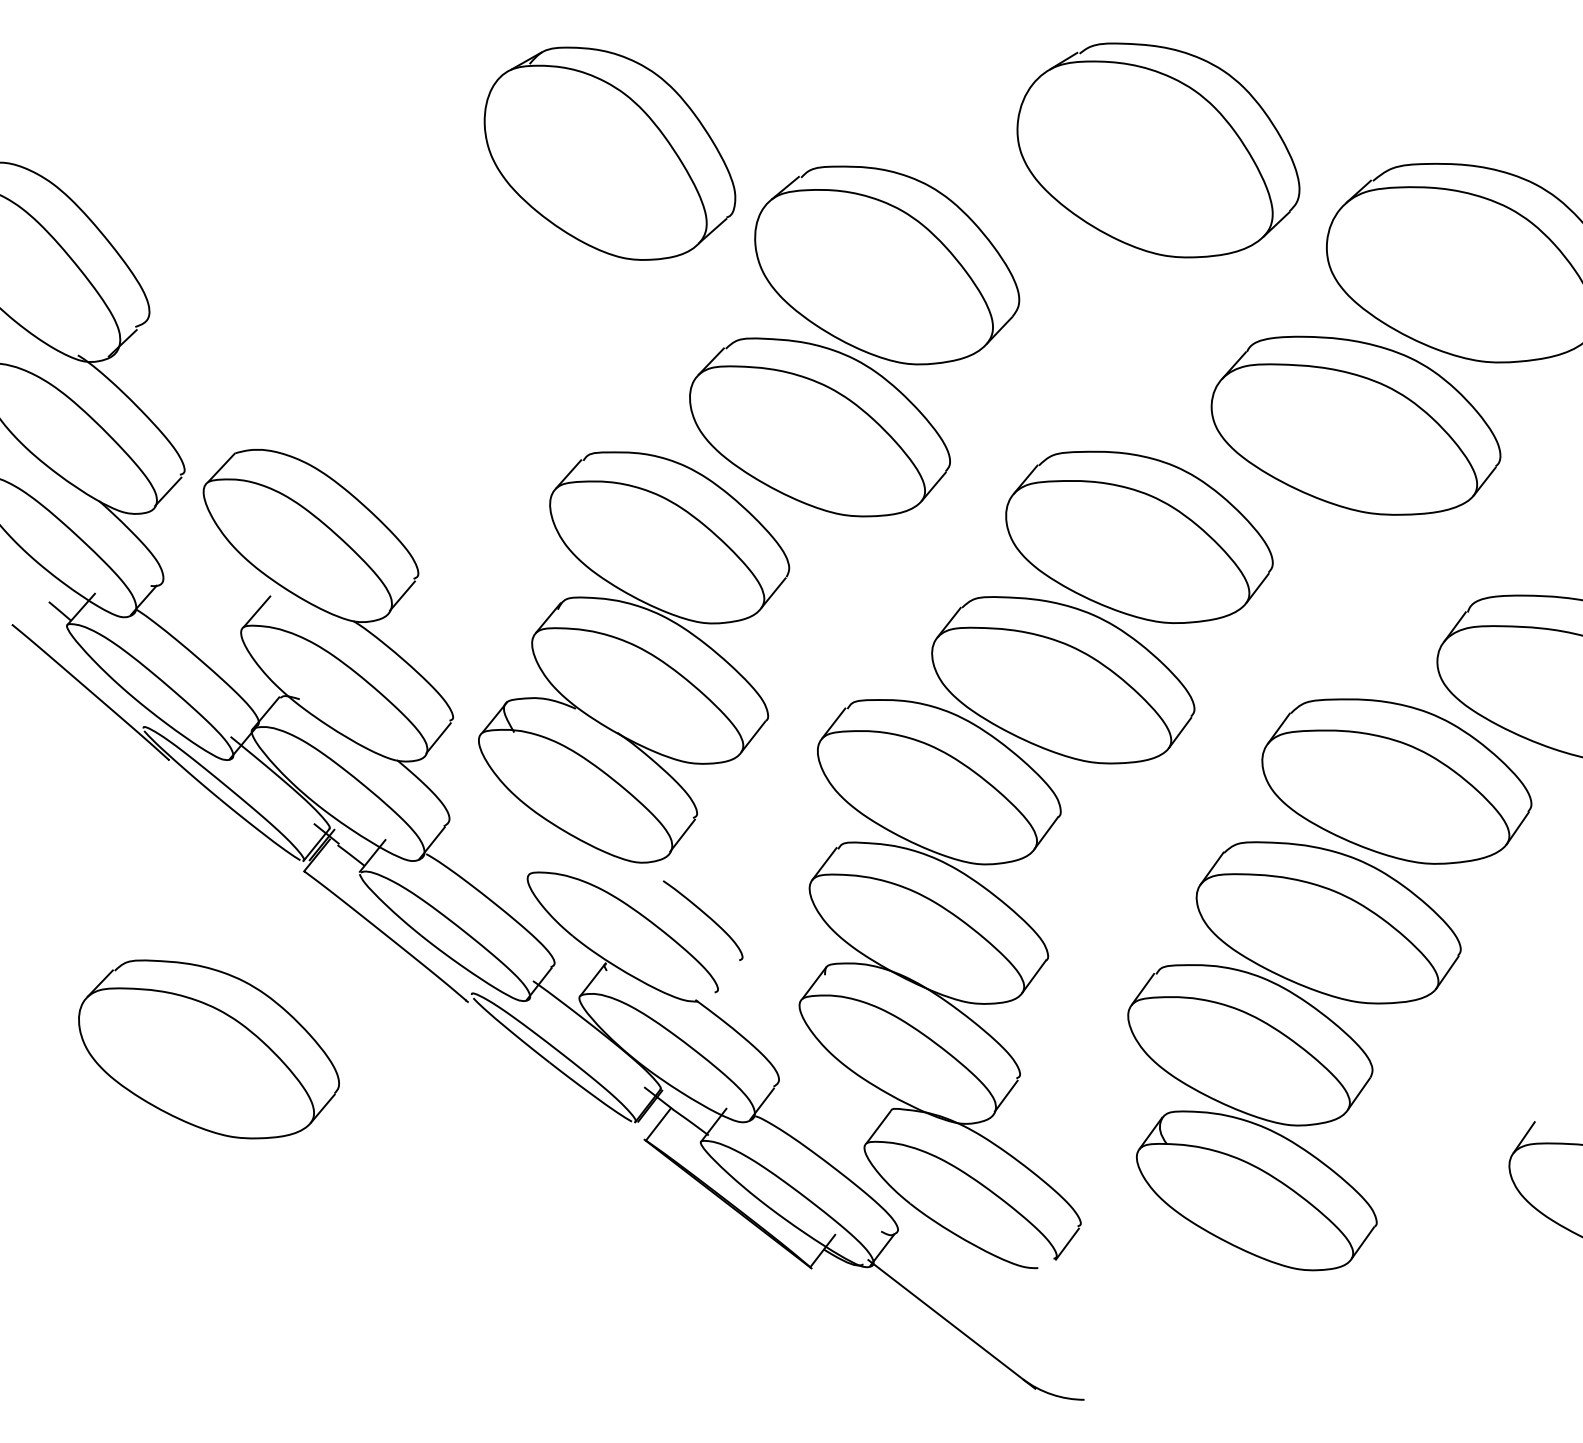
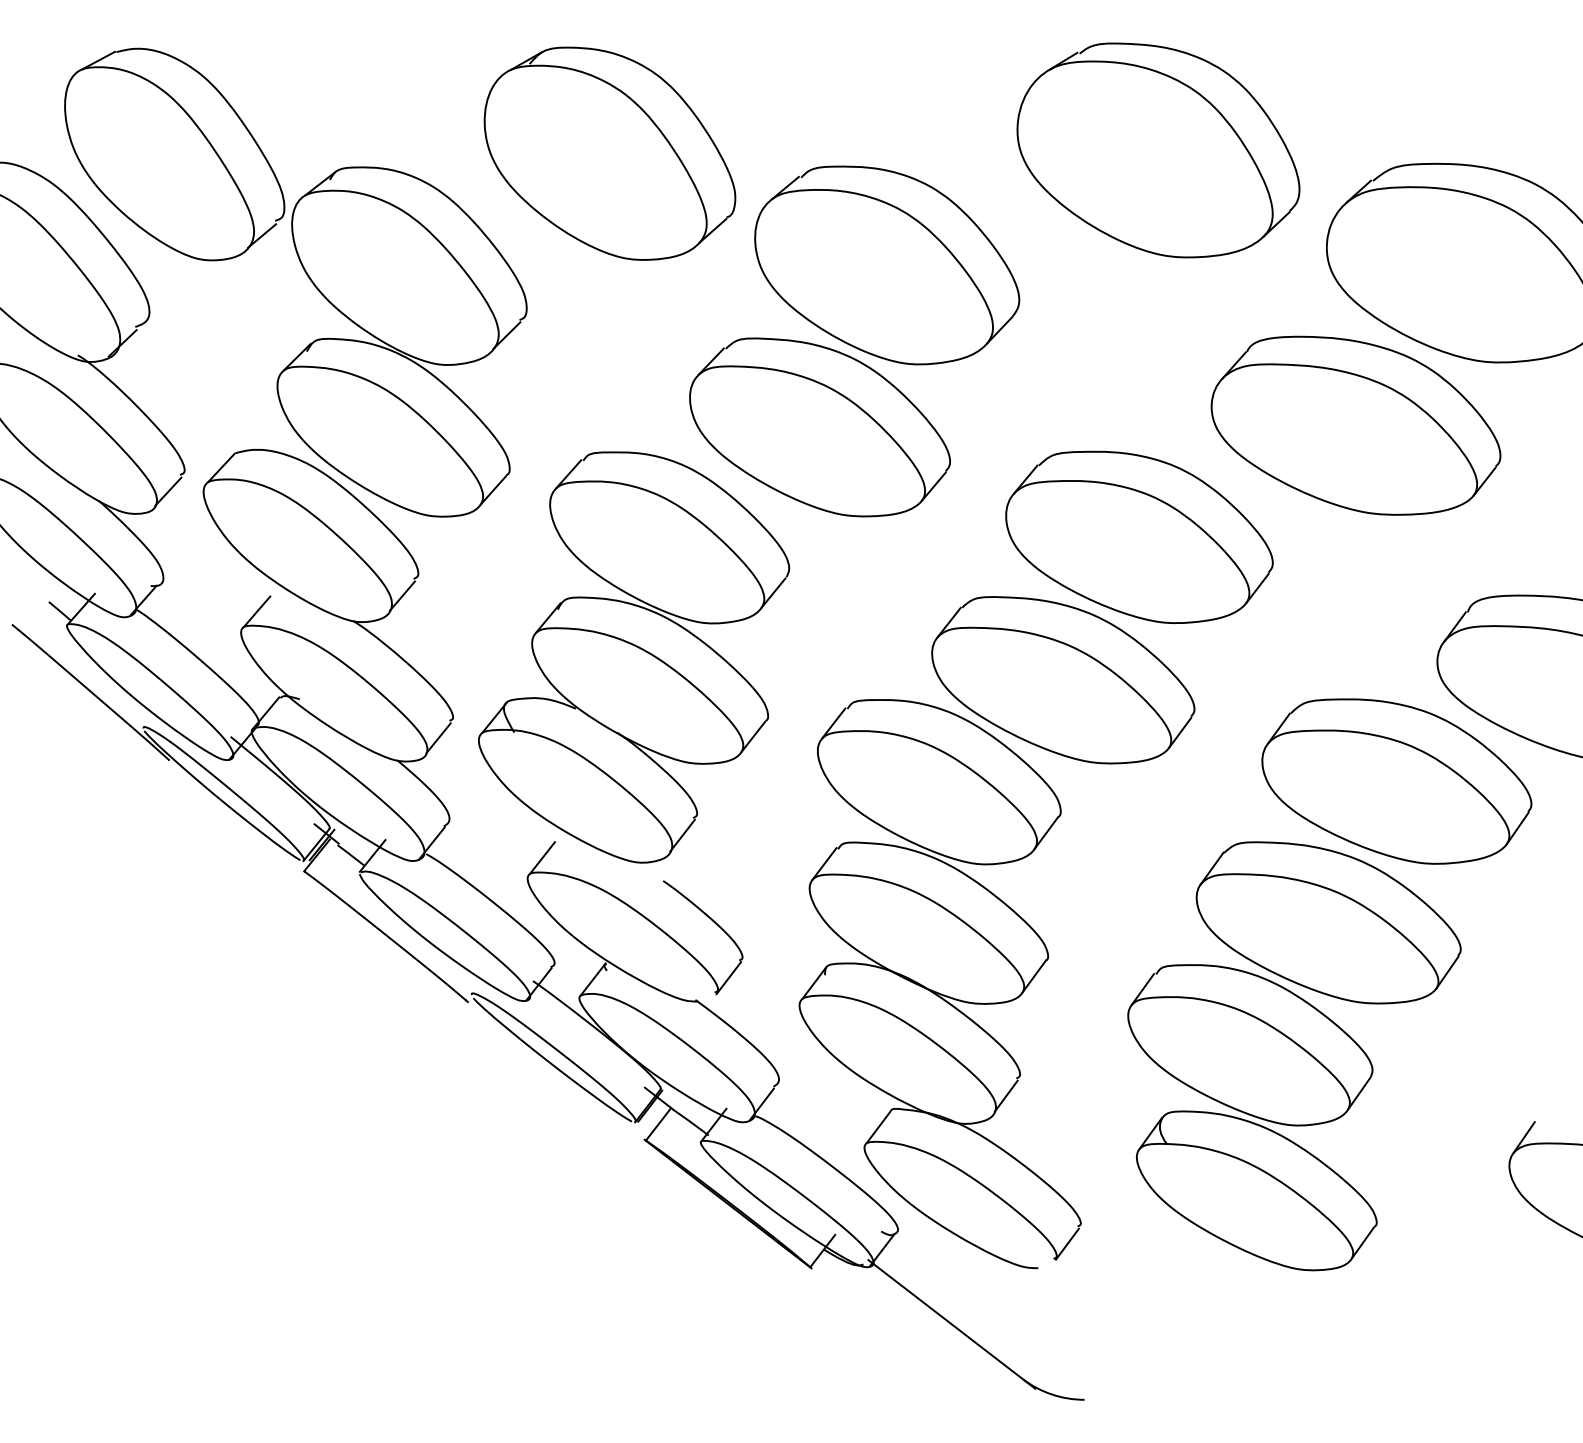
part at (306, 275): none -> present
line at (541, 858): none -> present
line at (728, 978): none -> present
part at (208, 1049): present -> none
